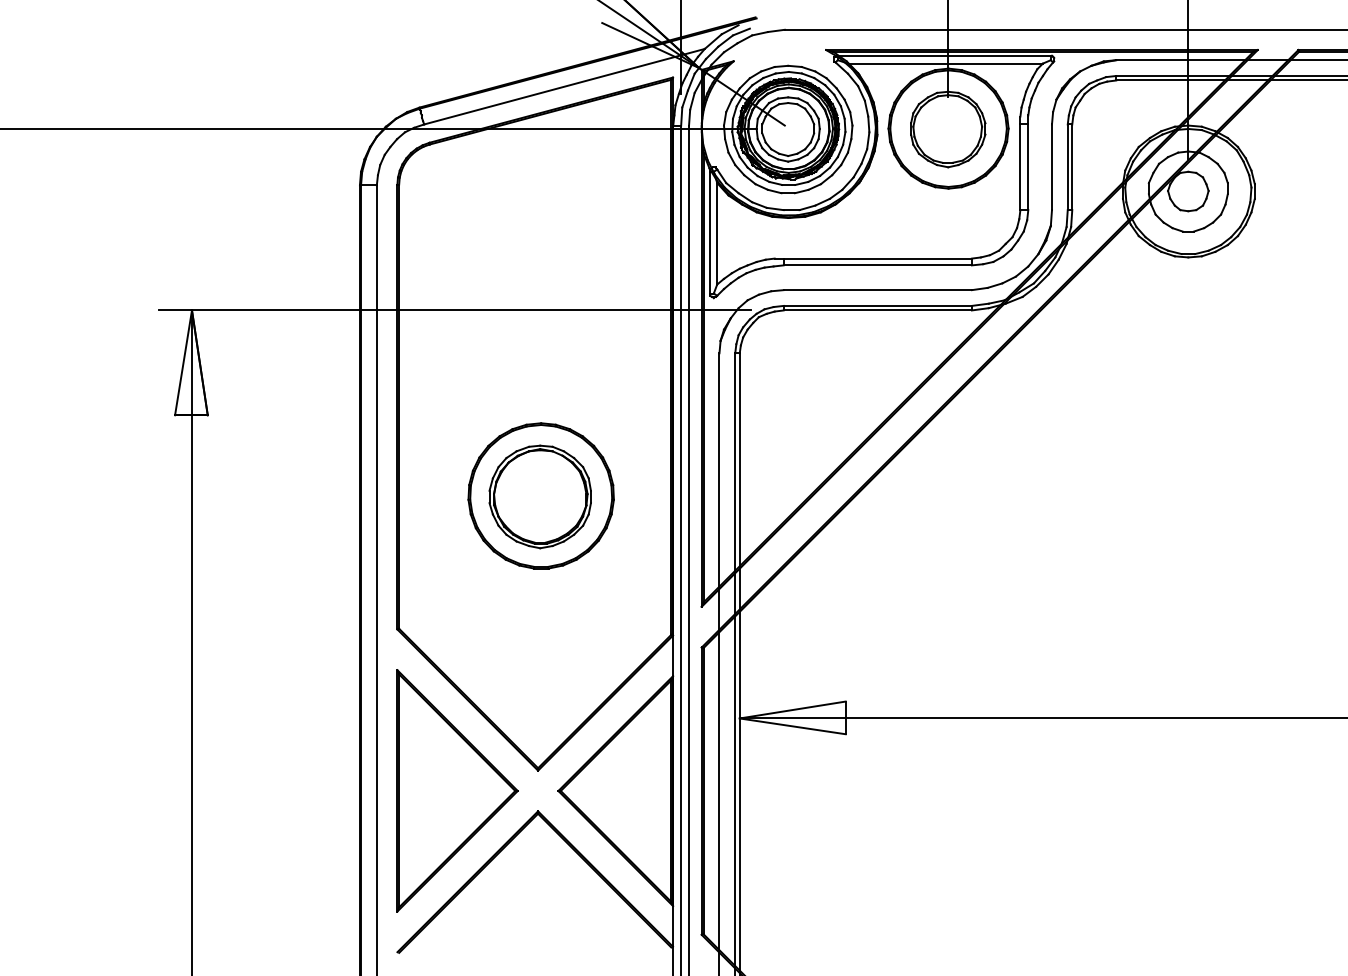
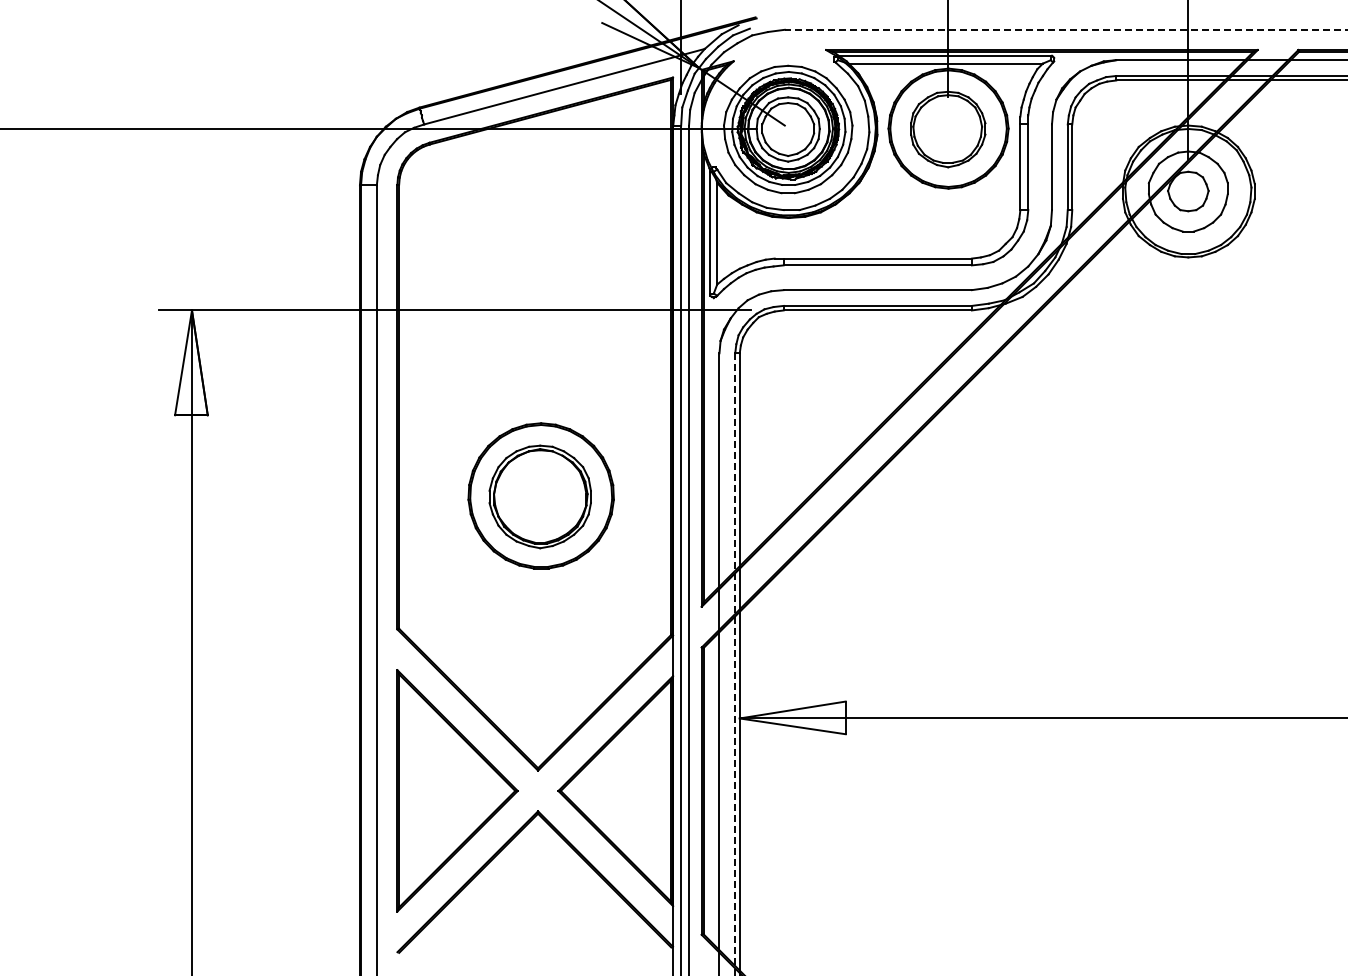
line at (1065, 29): solid -> dashed
line at (735, 664): solid -> dashed
